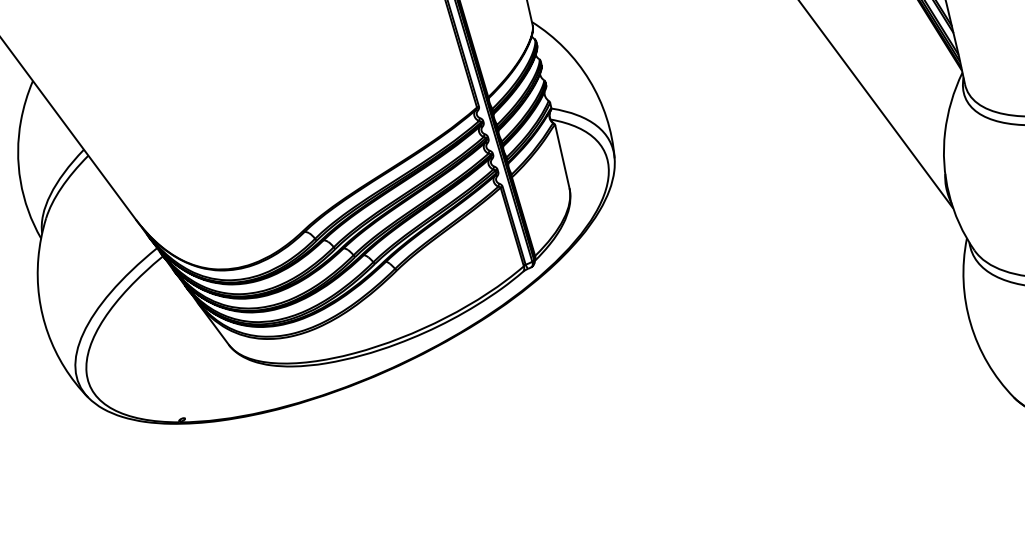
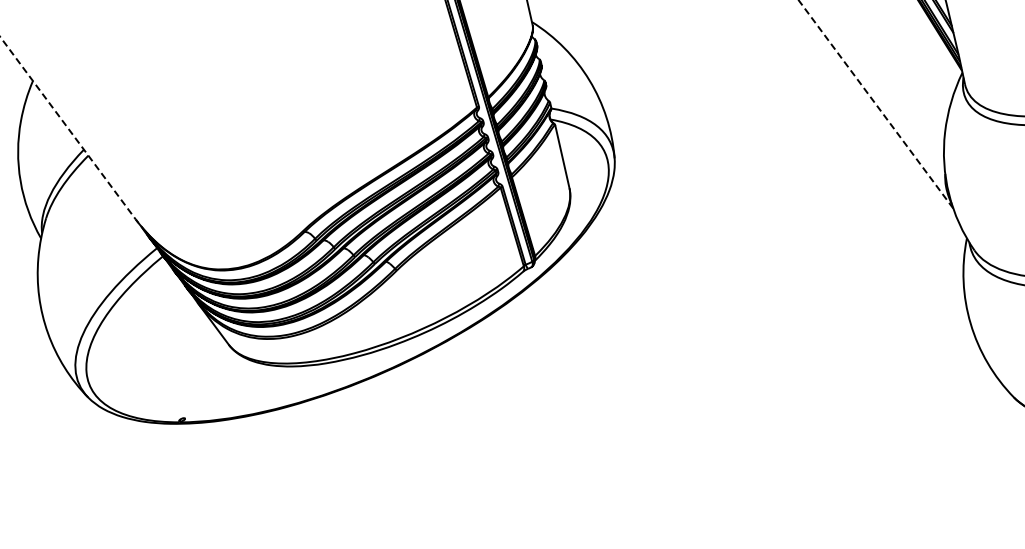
line at (875, 104): solid -> dashed
line at (74, 136): solid -> dashed
